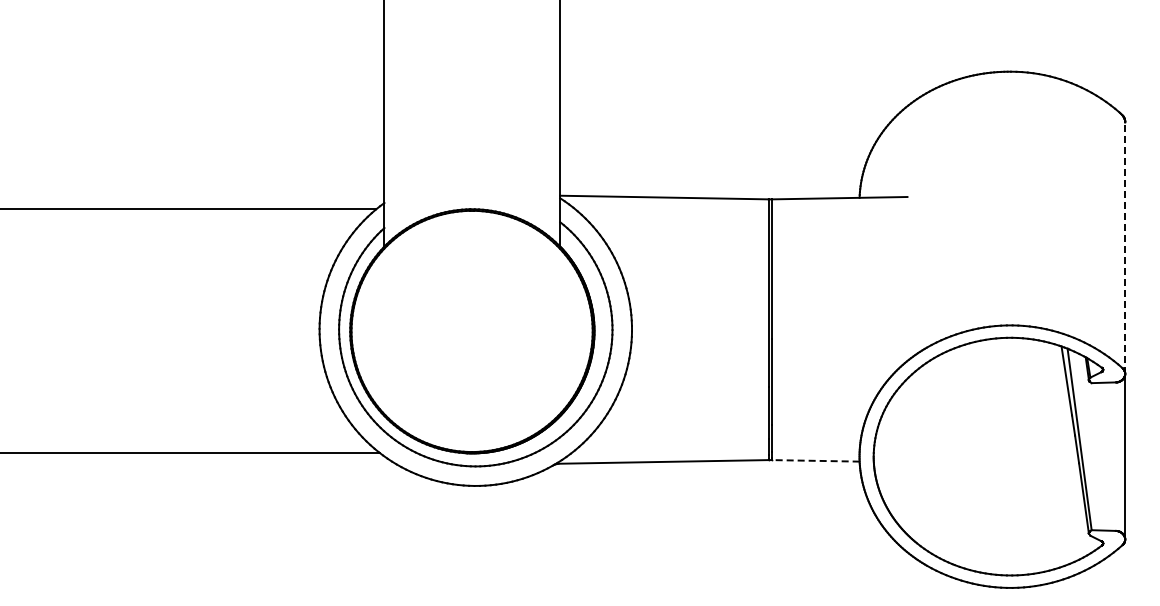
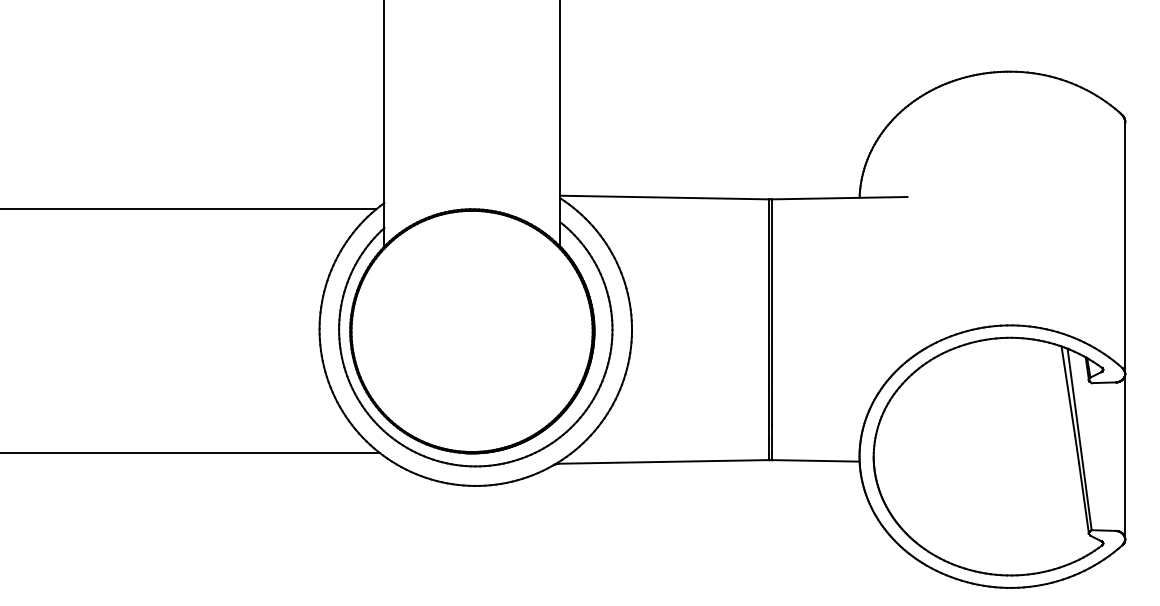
line at (1125, 248): dashed -> solid
line at (815, 460): dashed -> solid
